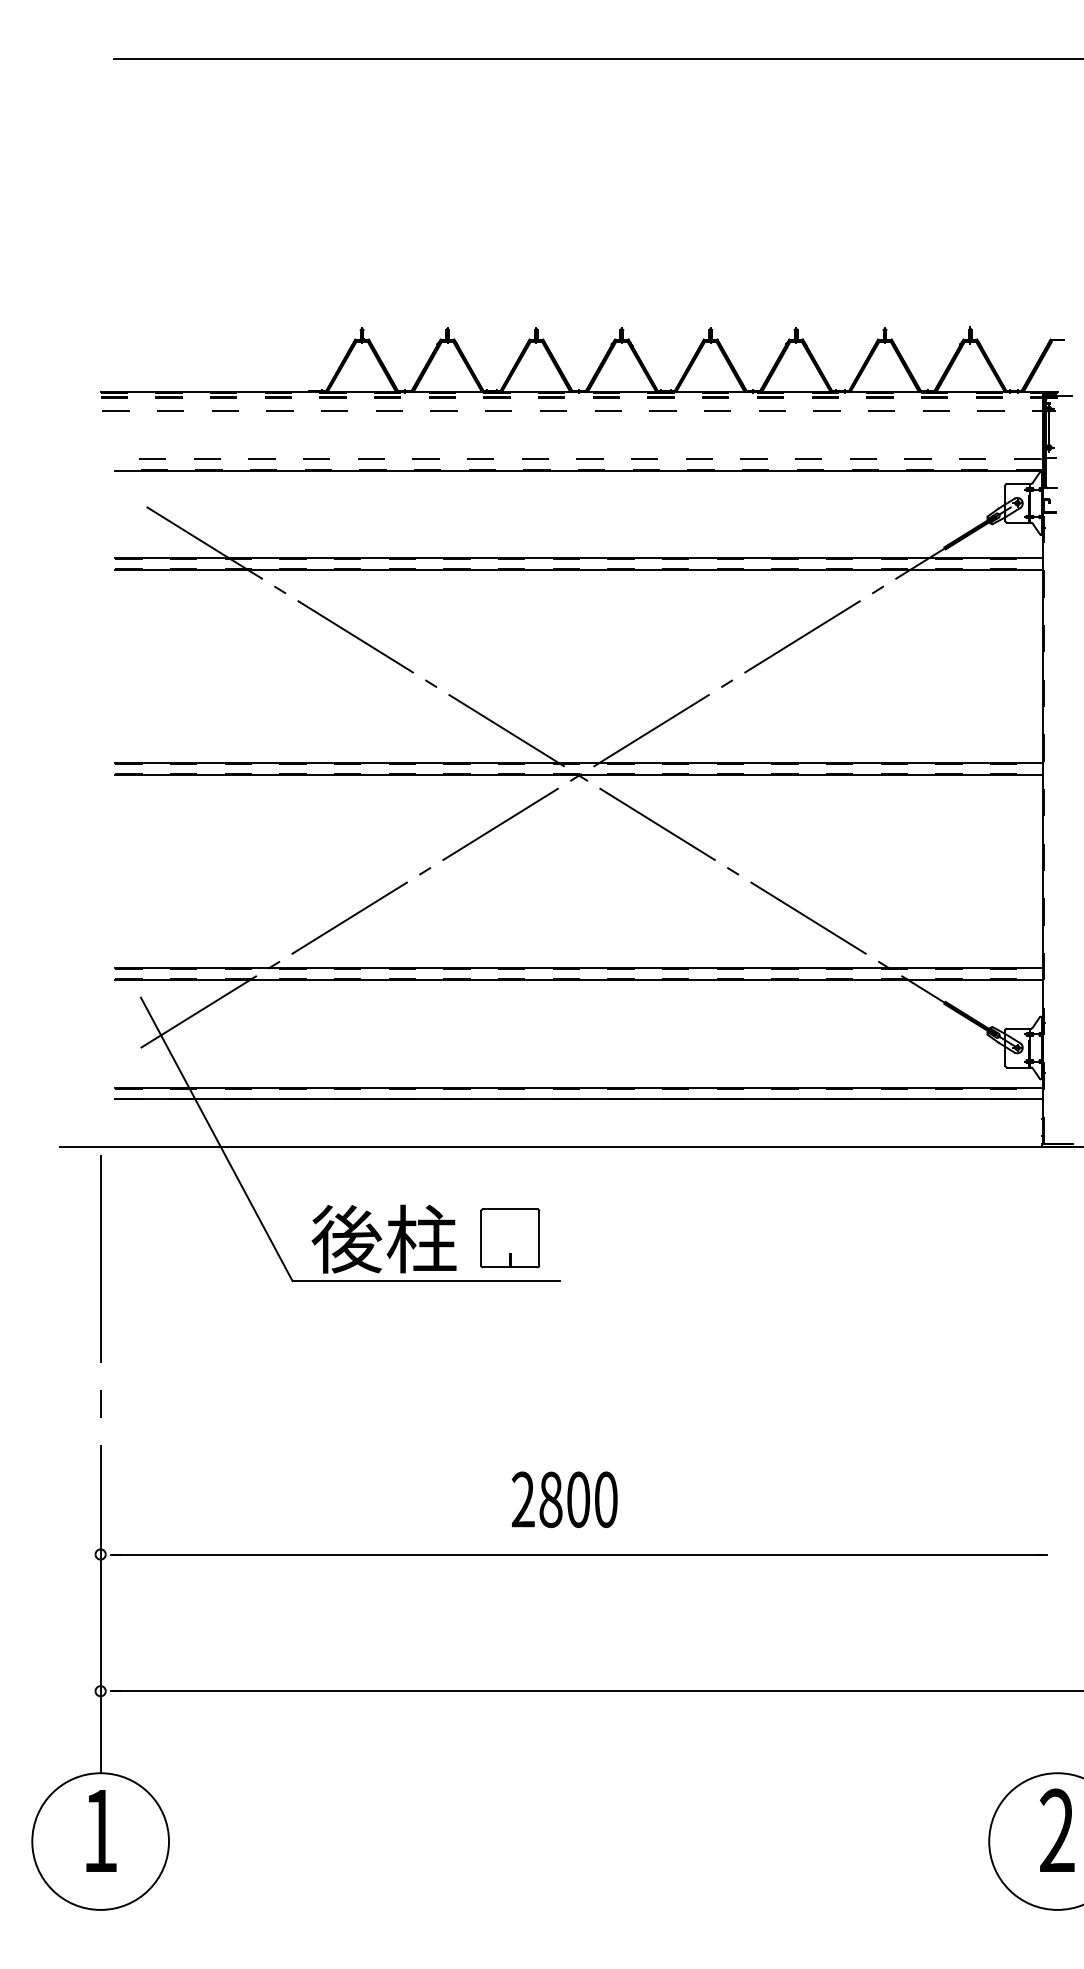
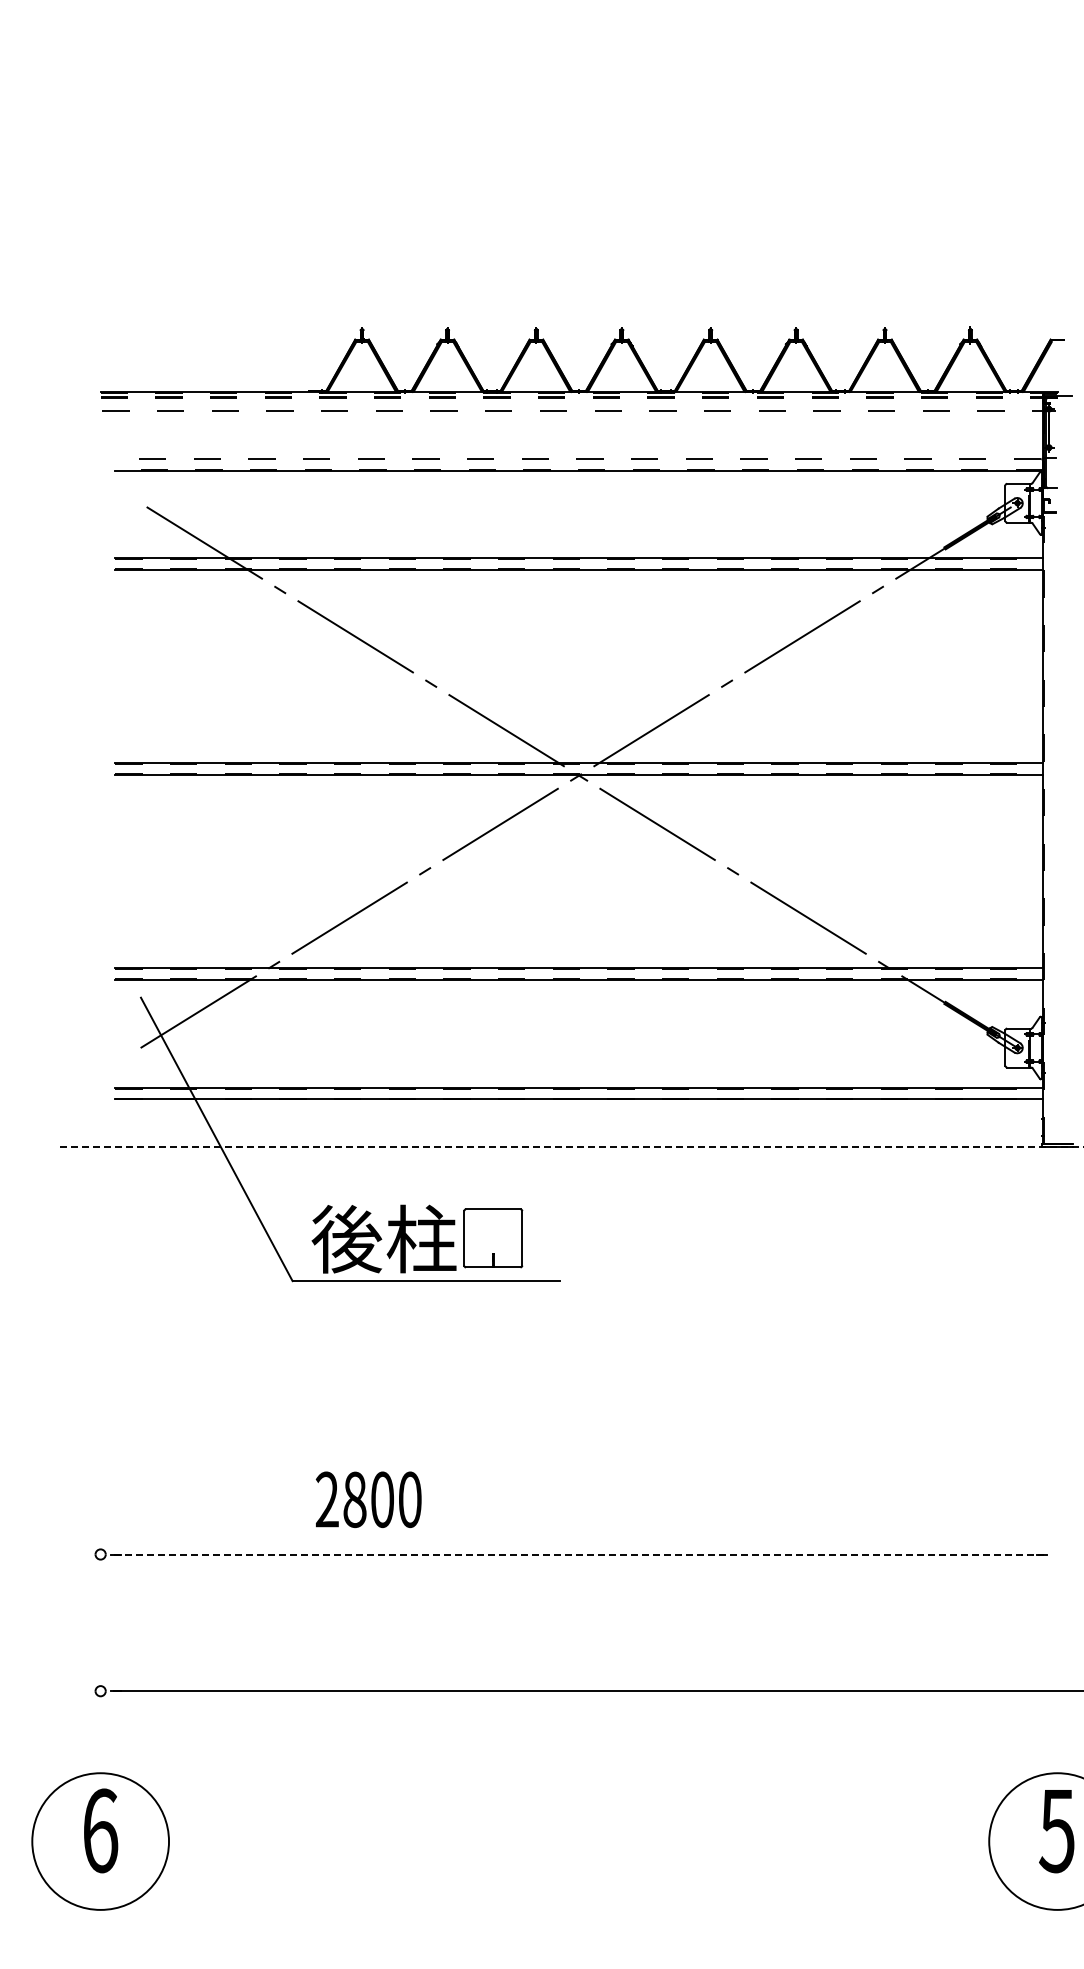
line at (597, 59): present -> none
line at (571, 1147): solid -> dashed
part at (510, 1238) position: (510, 1238) -> (493, 1238)
line at (100, 1464): present -> none
text at (564, 1499) position: (564, 1499) -> (368, 1499)
line at (579, 1554): solid -> dashed
text at (101, 1830): 1 -> 6
text at (1056, 1830): 2 -> 5
